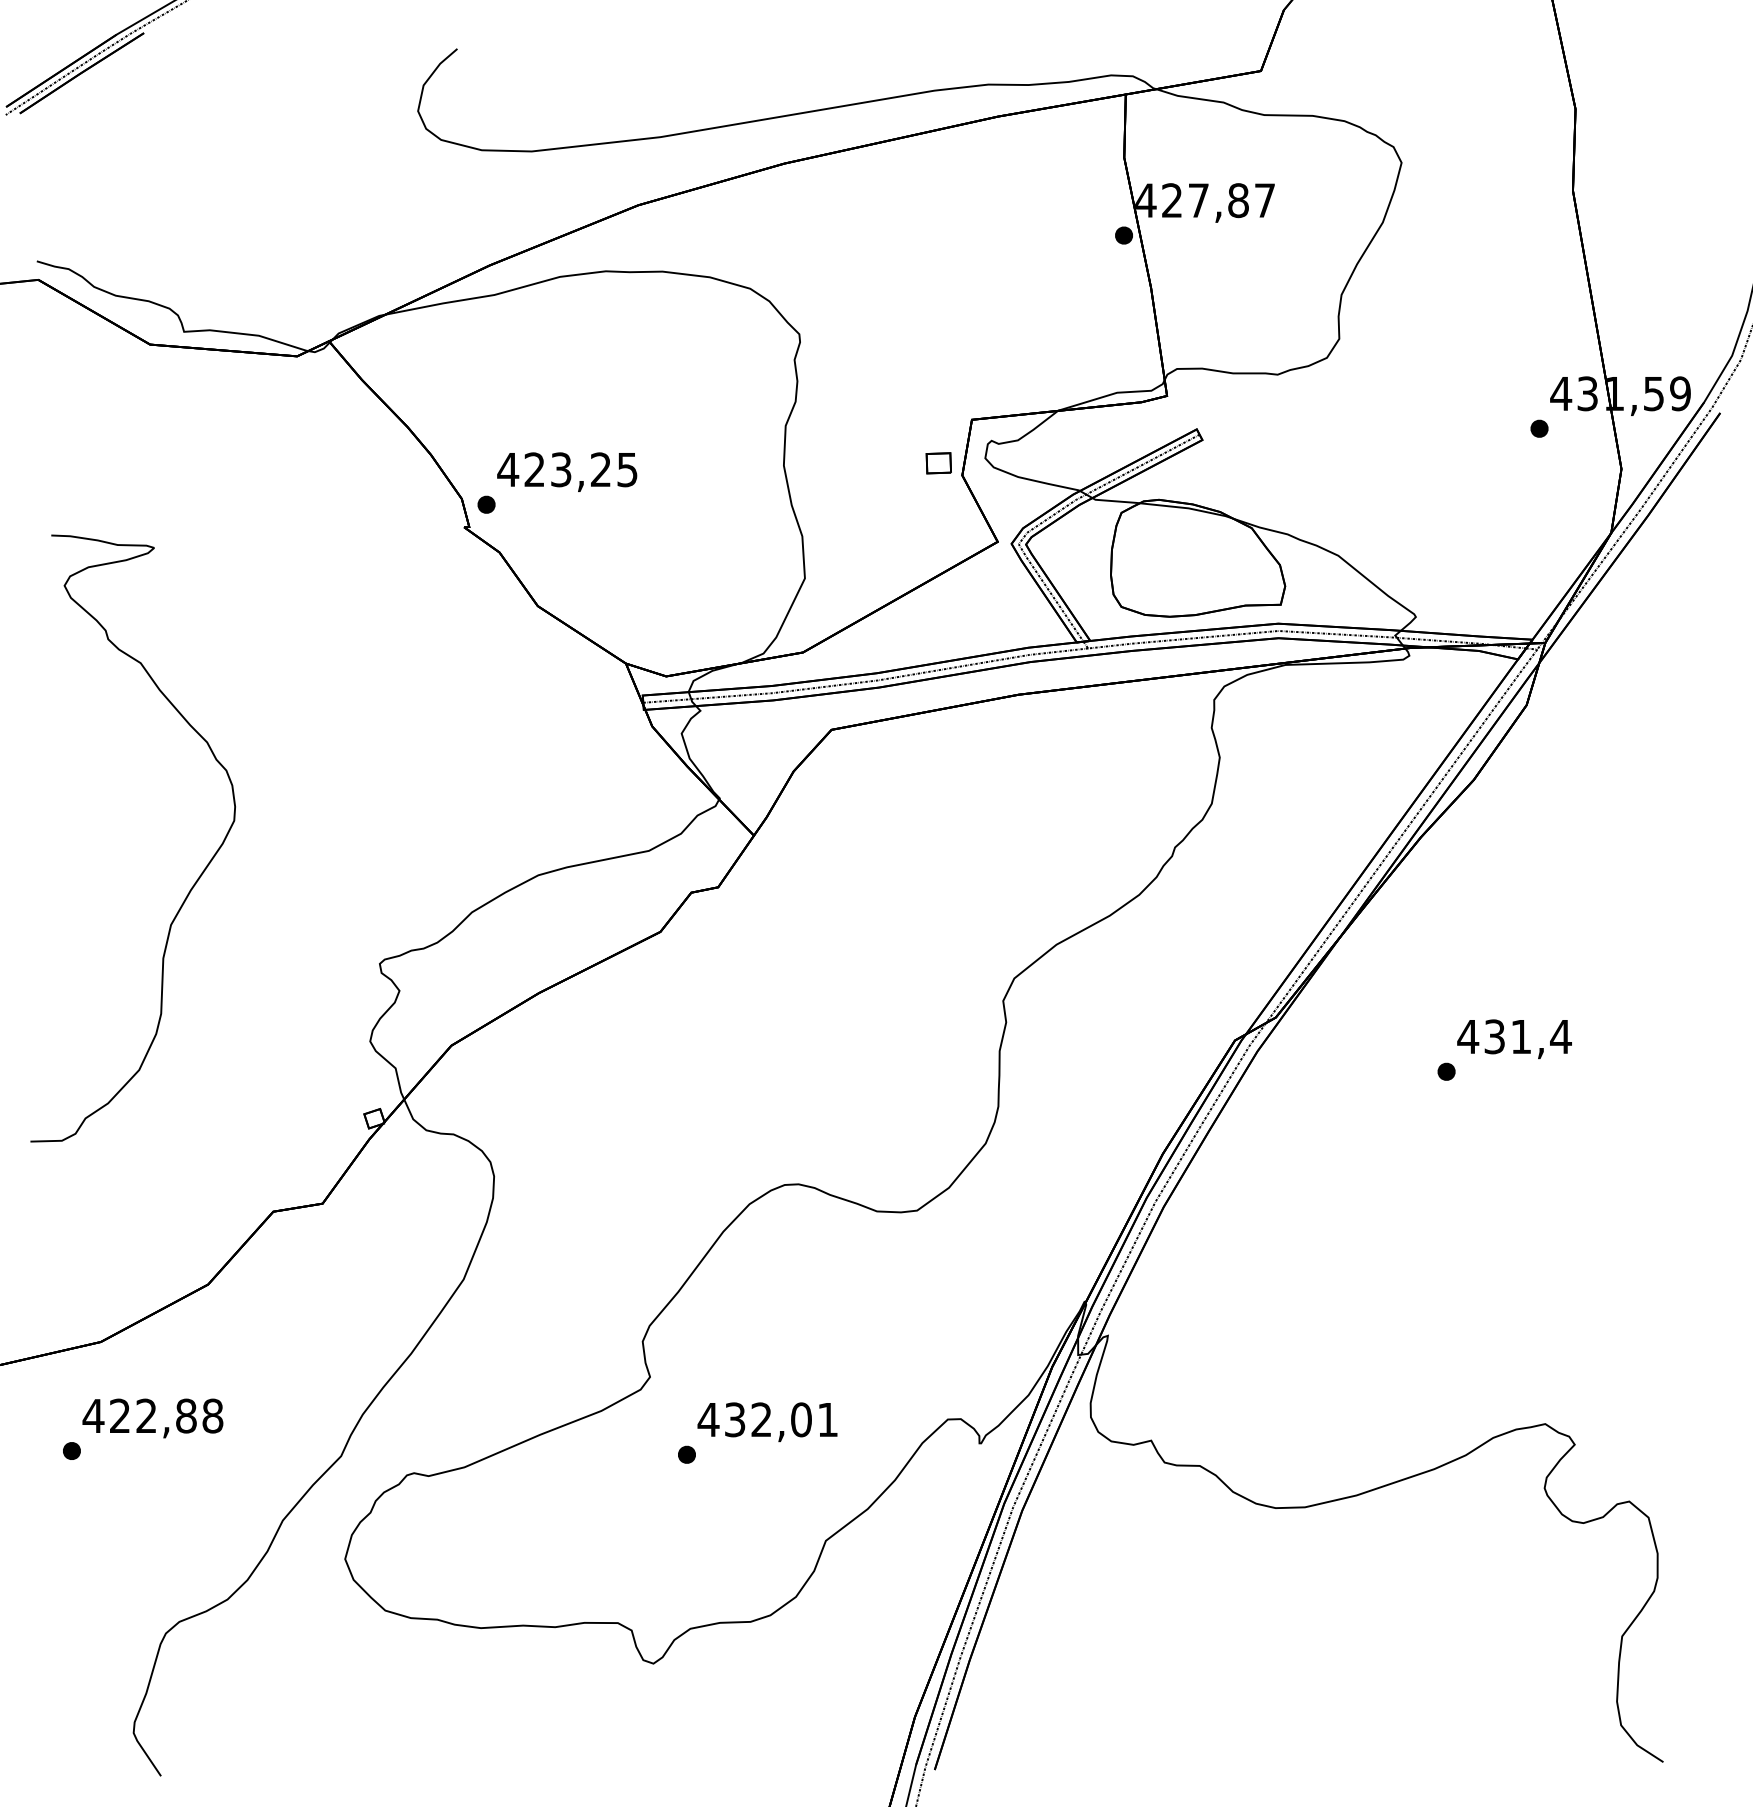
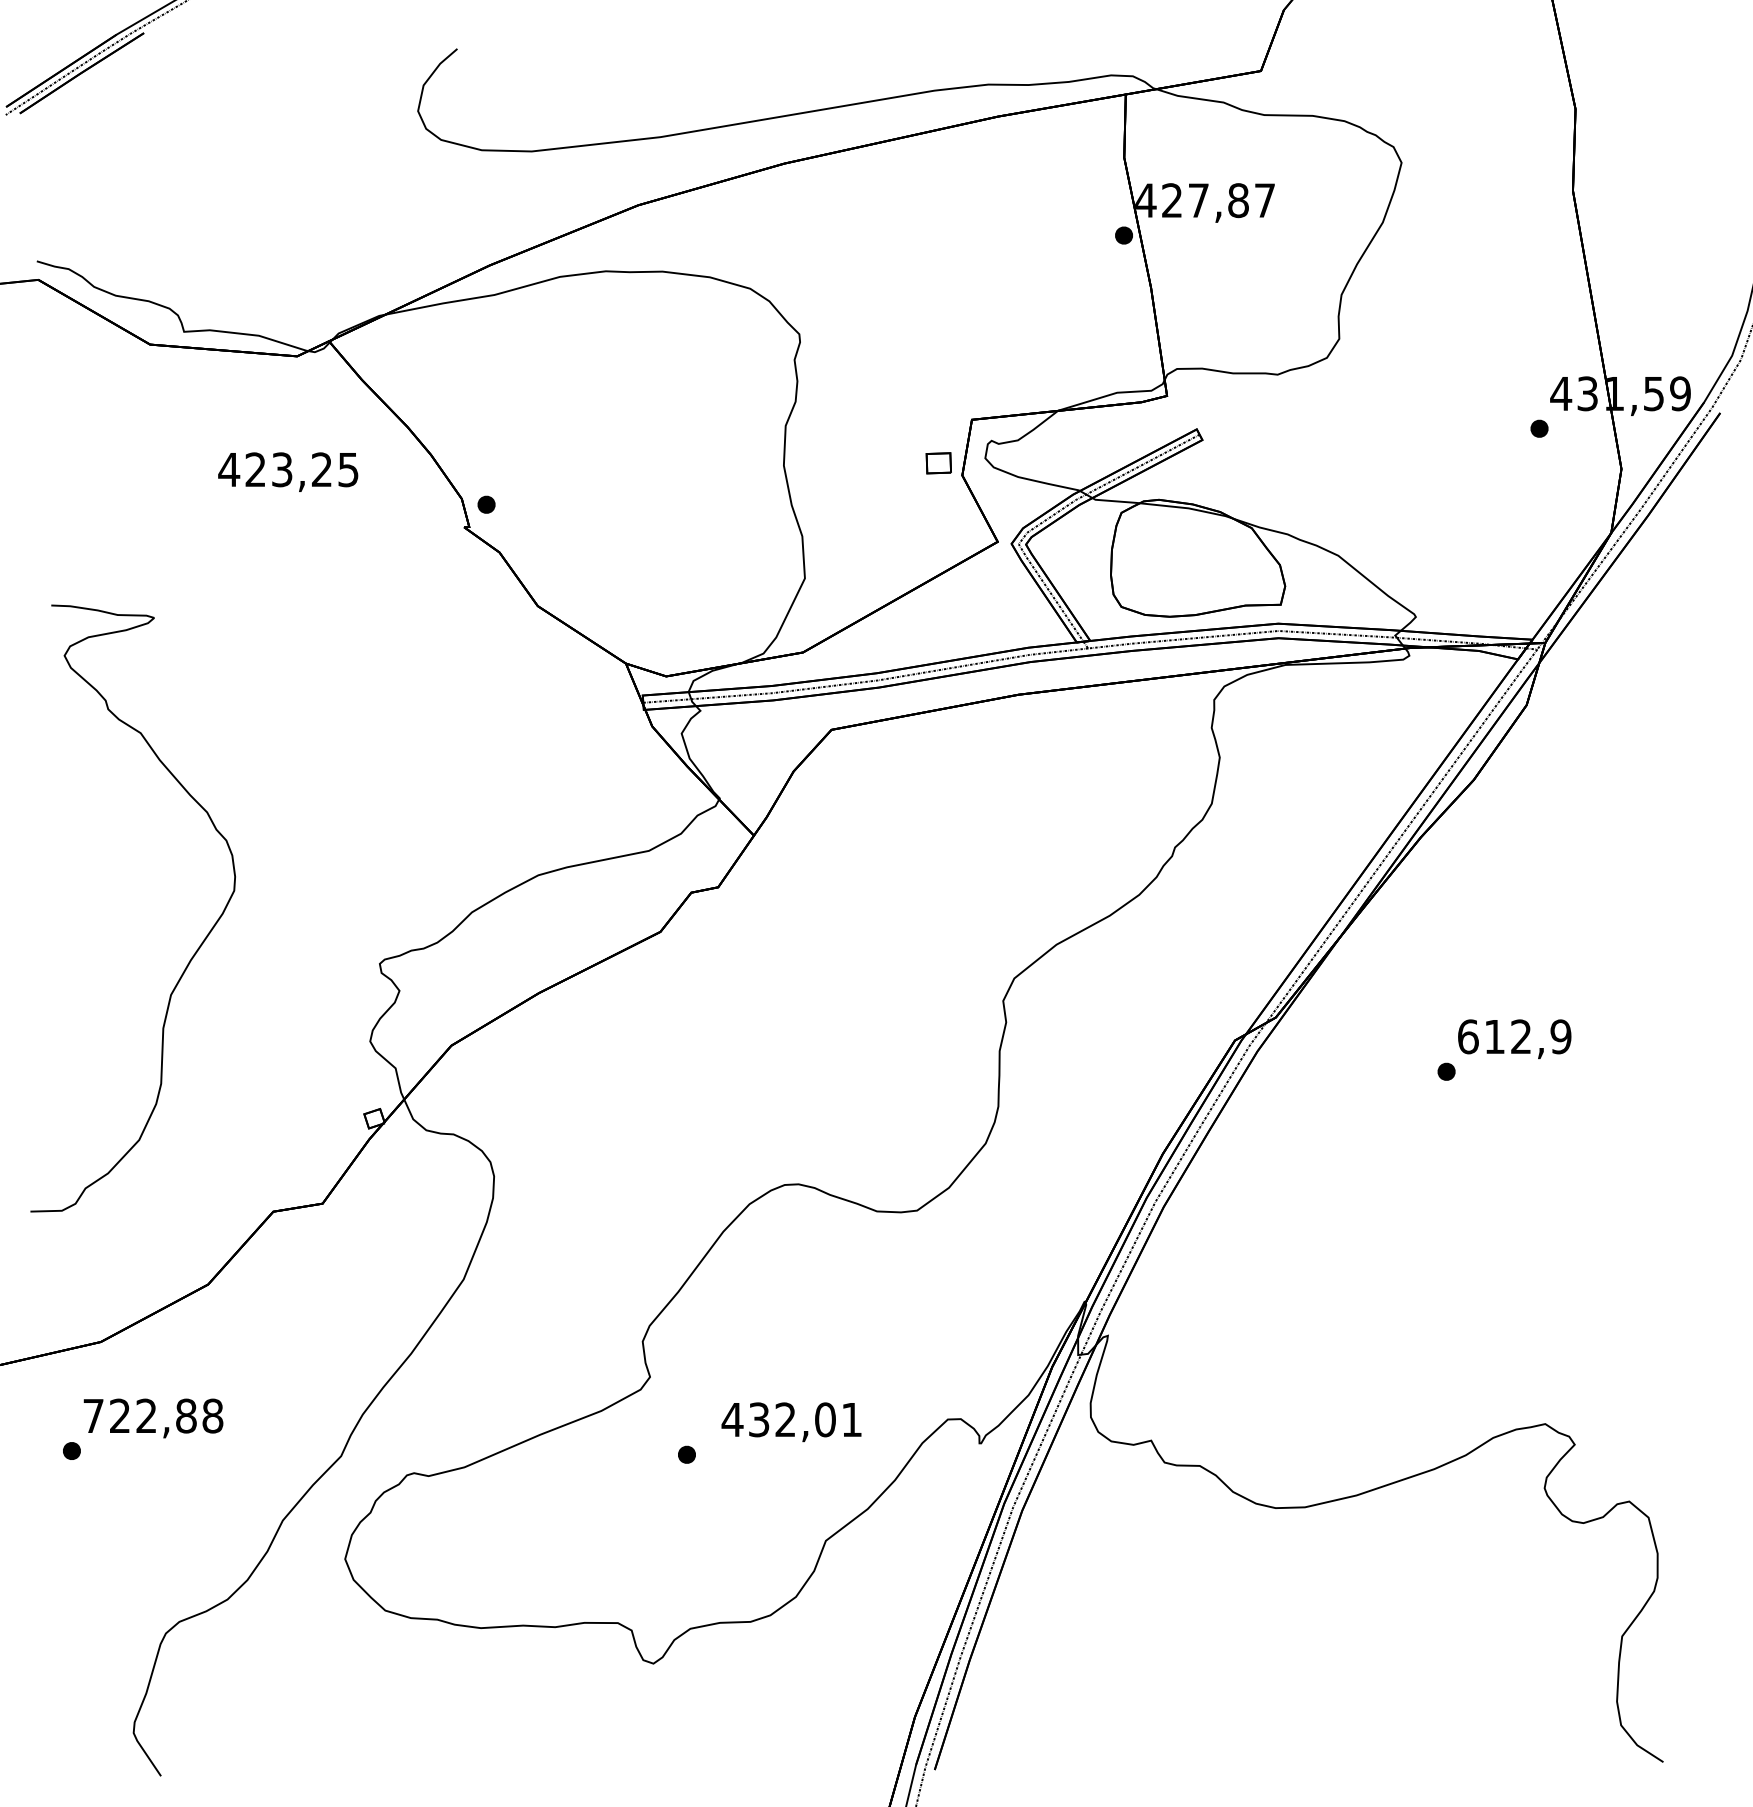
text at (567, 471) position: (567, 471) -> (288, 471)
curve at (195, 881) position: (195, 881) -> (195, 951)
text at (1514, 1036): 431,4 -> 612,9
text at (93, 1415): 422,88 -> 722,88
text at (767, 1422) position: (767, 1422) -> (791, 1422)
